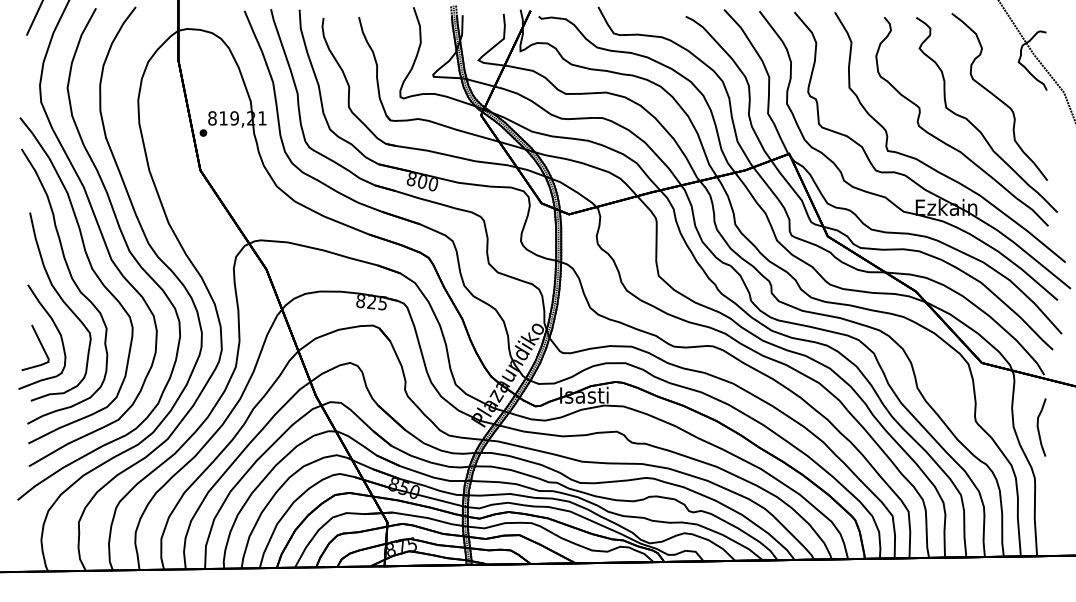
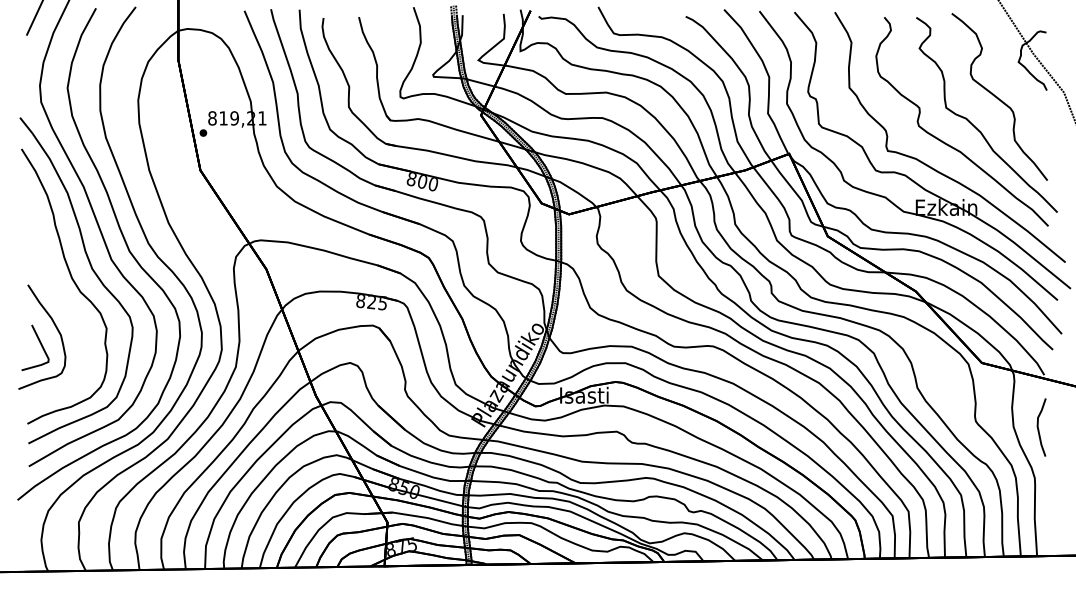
curve at (63, 303): present -> none
